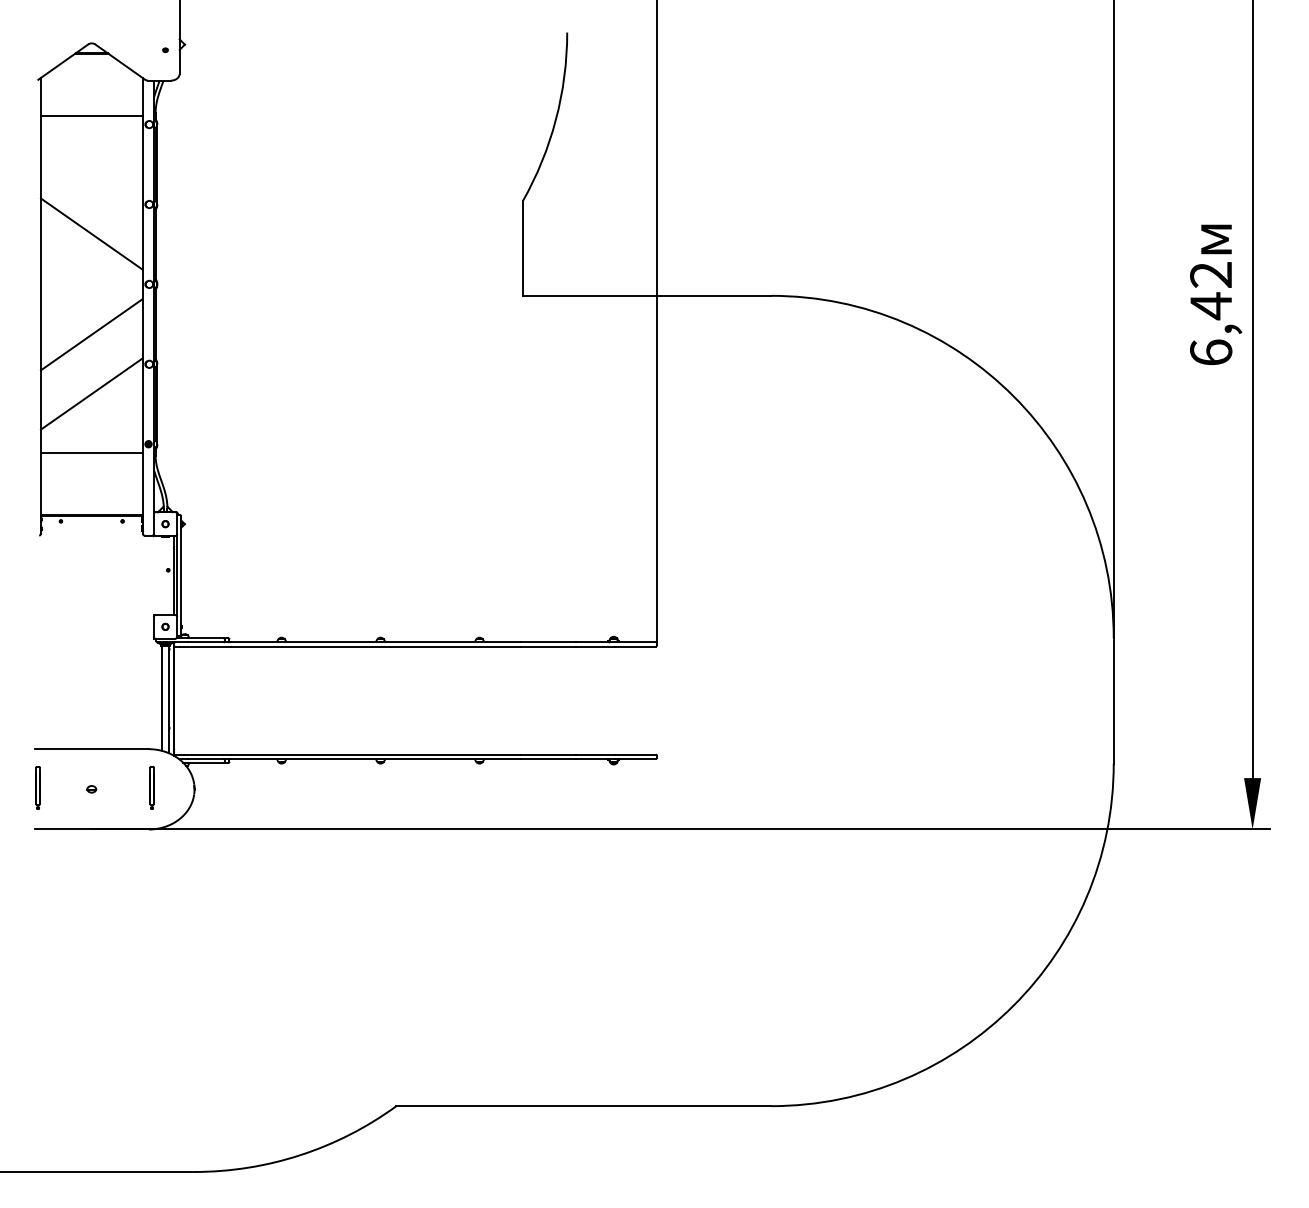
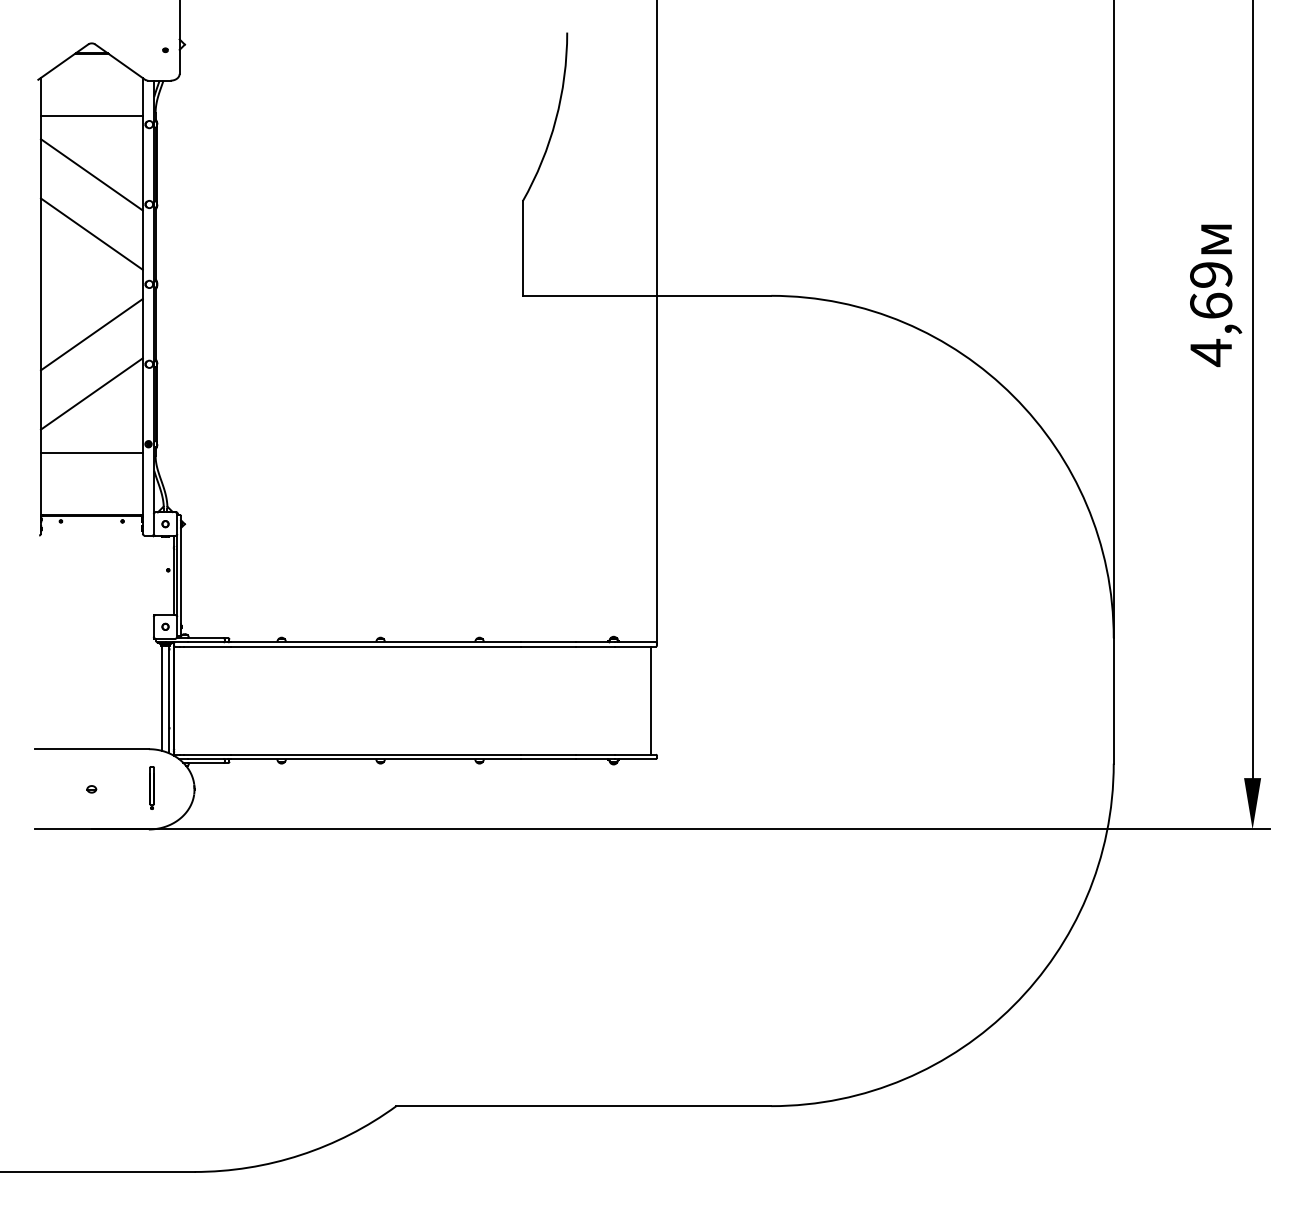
line at (91, 174): none -> present
text at (1211, 314): 6,42 -> 4,69
line at (650, 700): none -> present
part at (37, 787): present -> none
